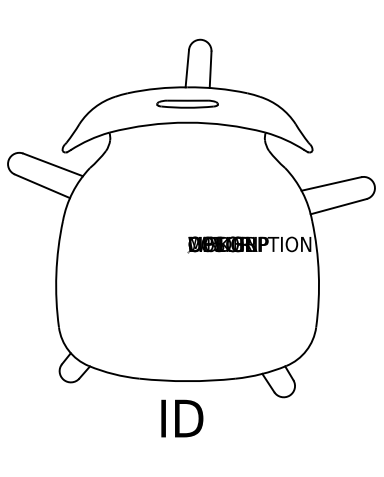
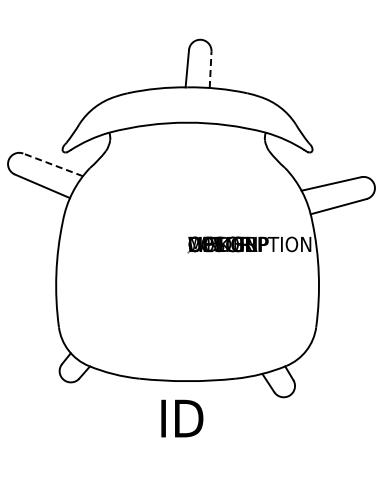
line at (210, 69): solid -> dashed
part at (187, 103): present -> none
line at (53, 164): solid -> dashed
